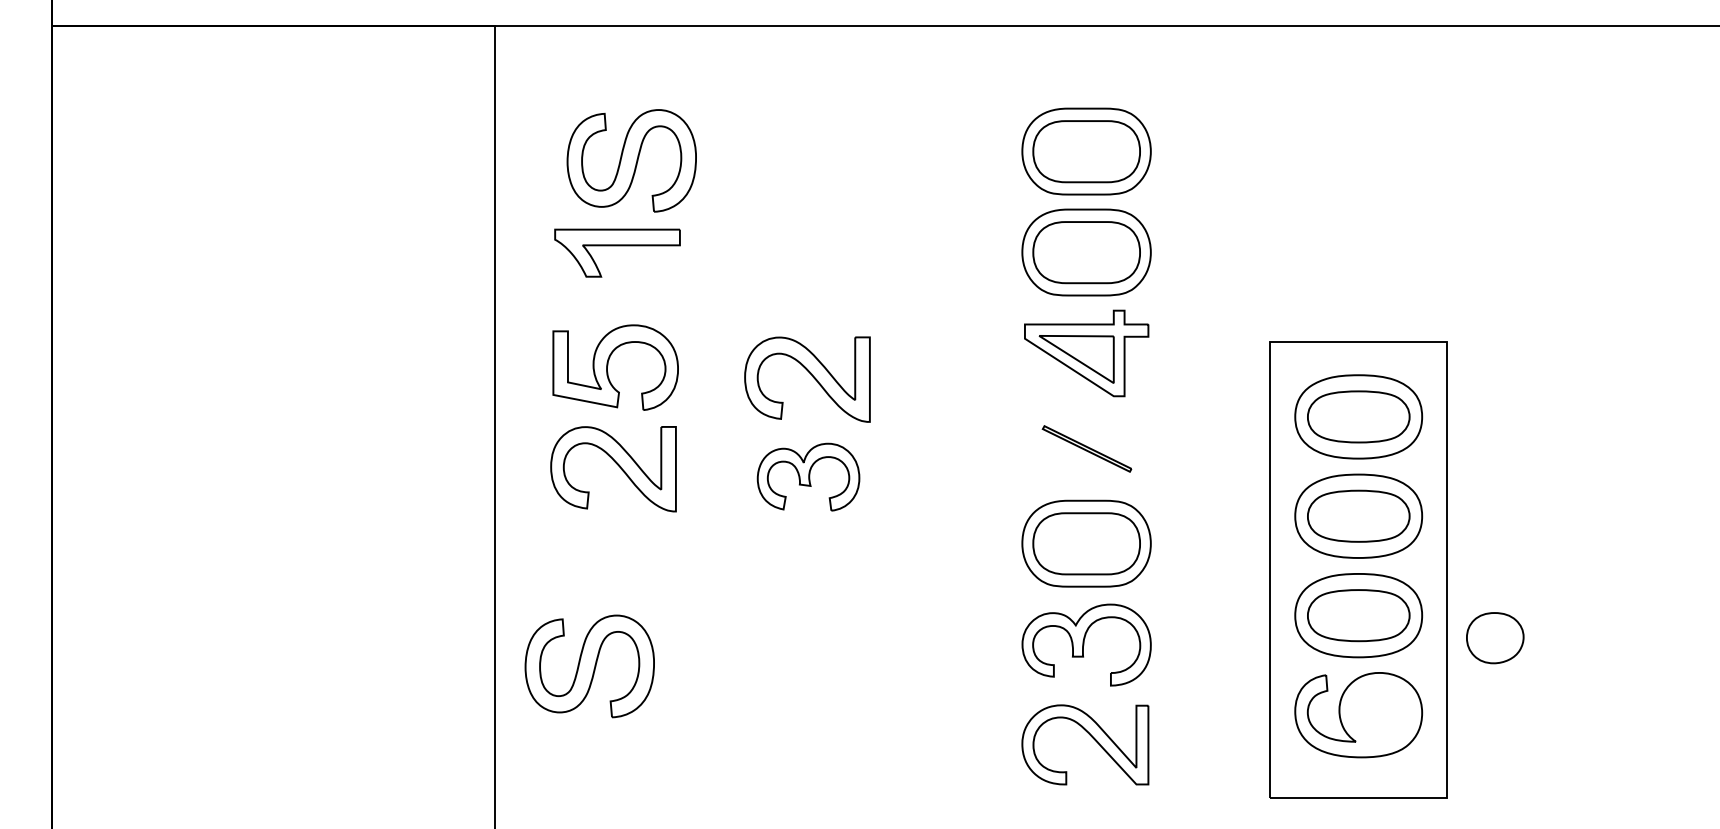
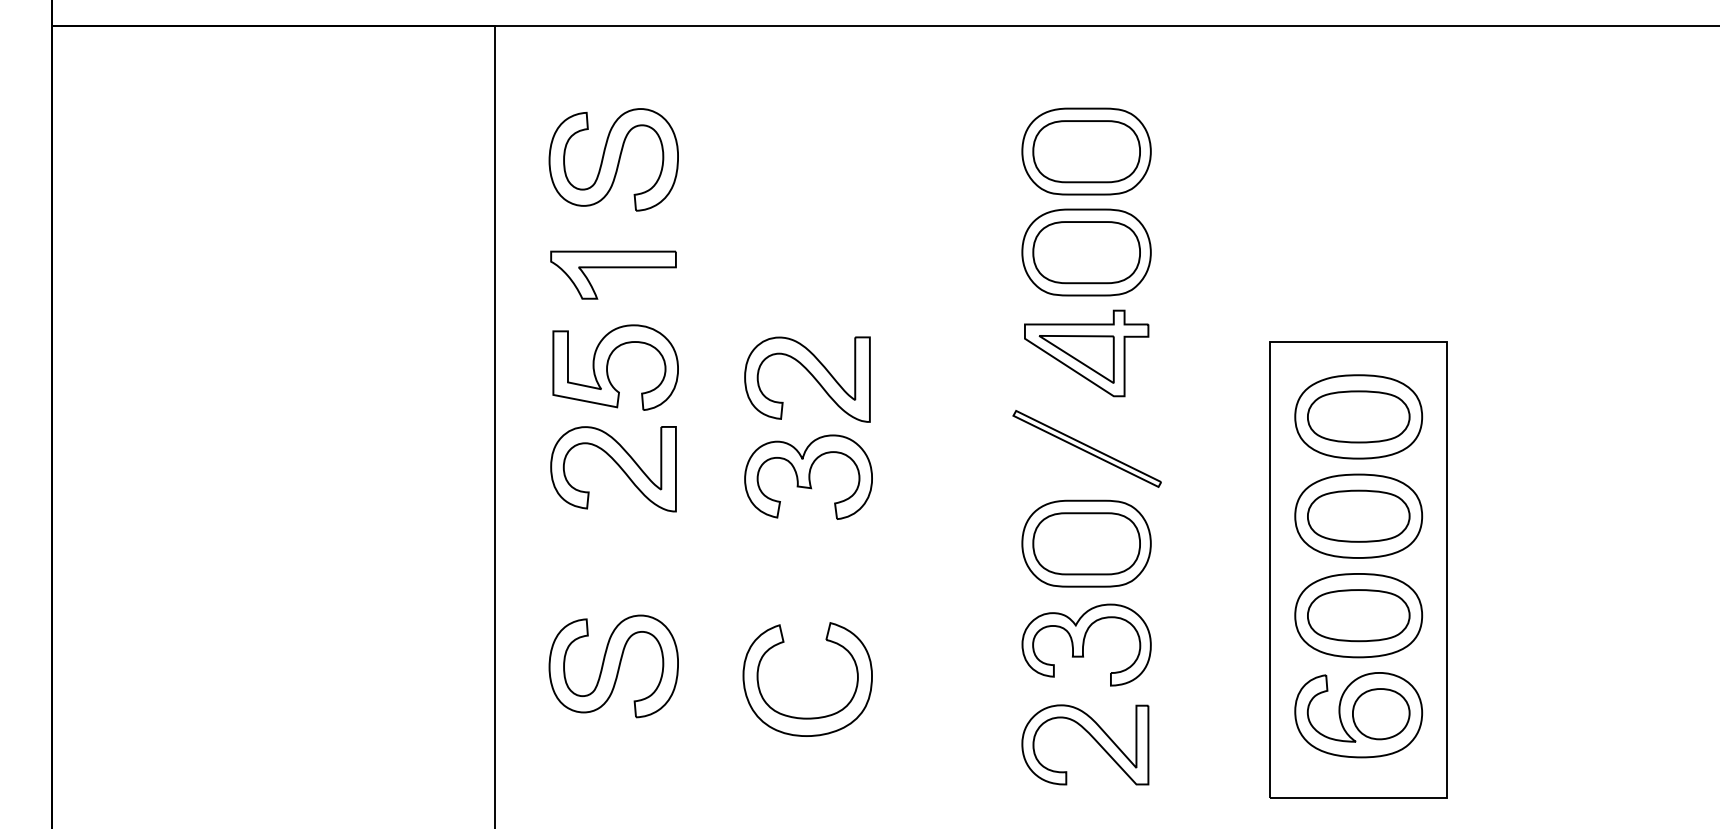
part at (631, 160) position: (631, 160) -> (613, 159)
part at (617, 252) position: (617, 252) -> (613, 274)
part at (1086, 448) size: 92x48 px -> 150x78 px
part at (808, 476) size: 105x70 px -> 129x86 px
part at (1495, 638) position: (1495, 638) -> (1381, 714)
part at (589, 666) position: (589, 666) -> (613, 666)
part at (807, 717): none -> present
